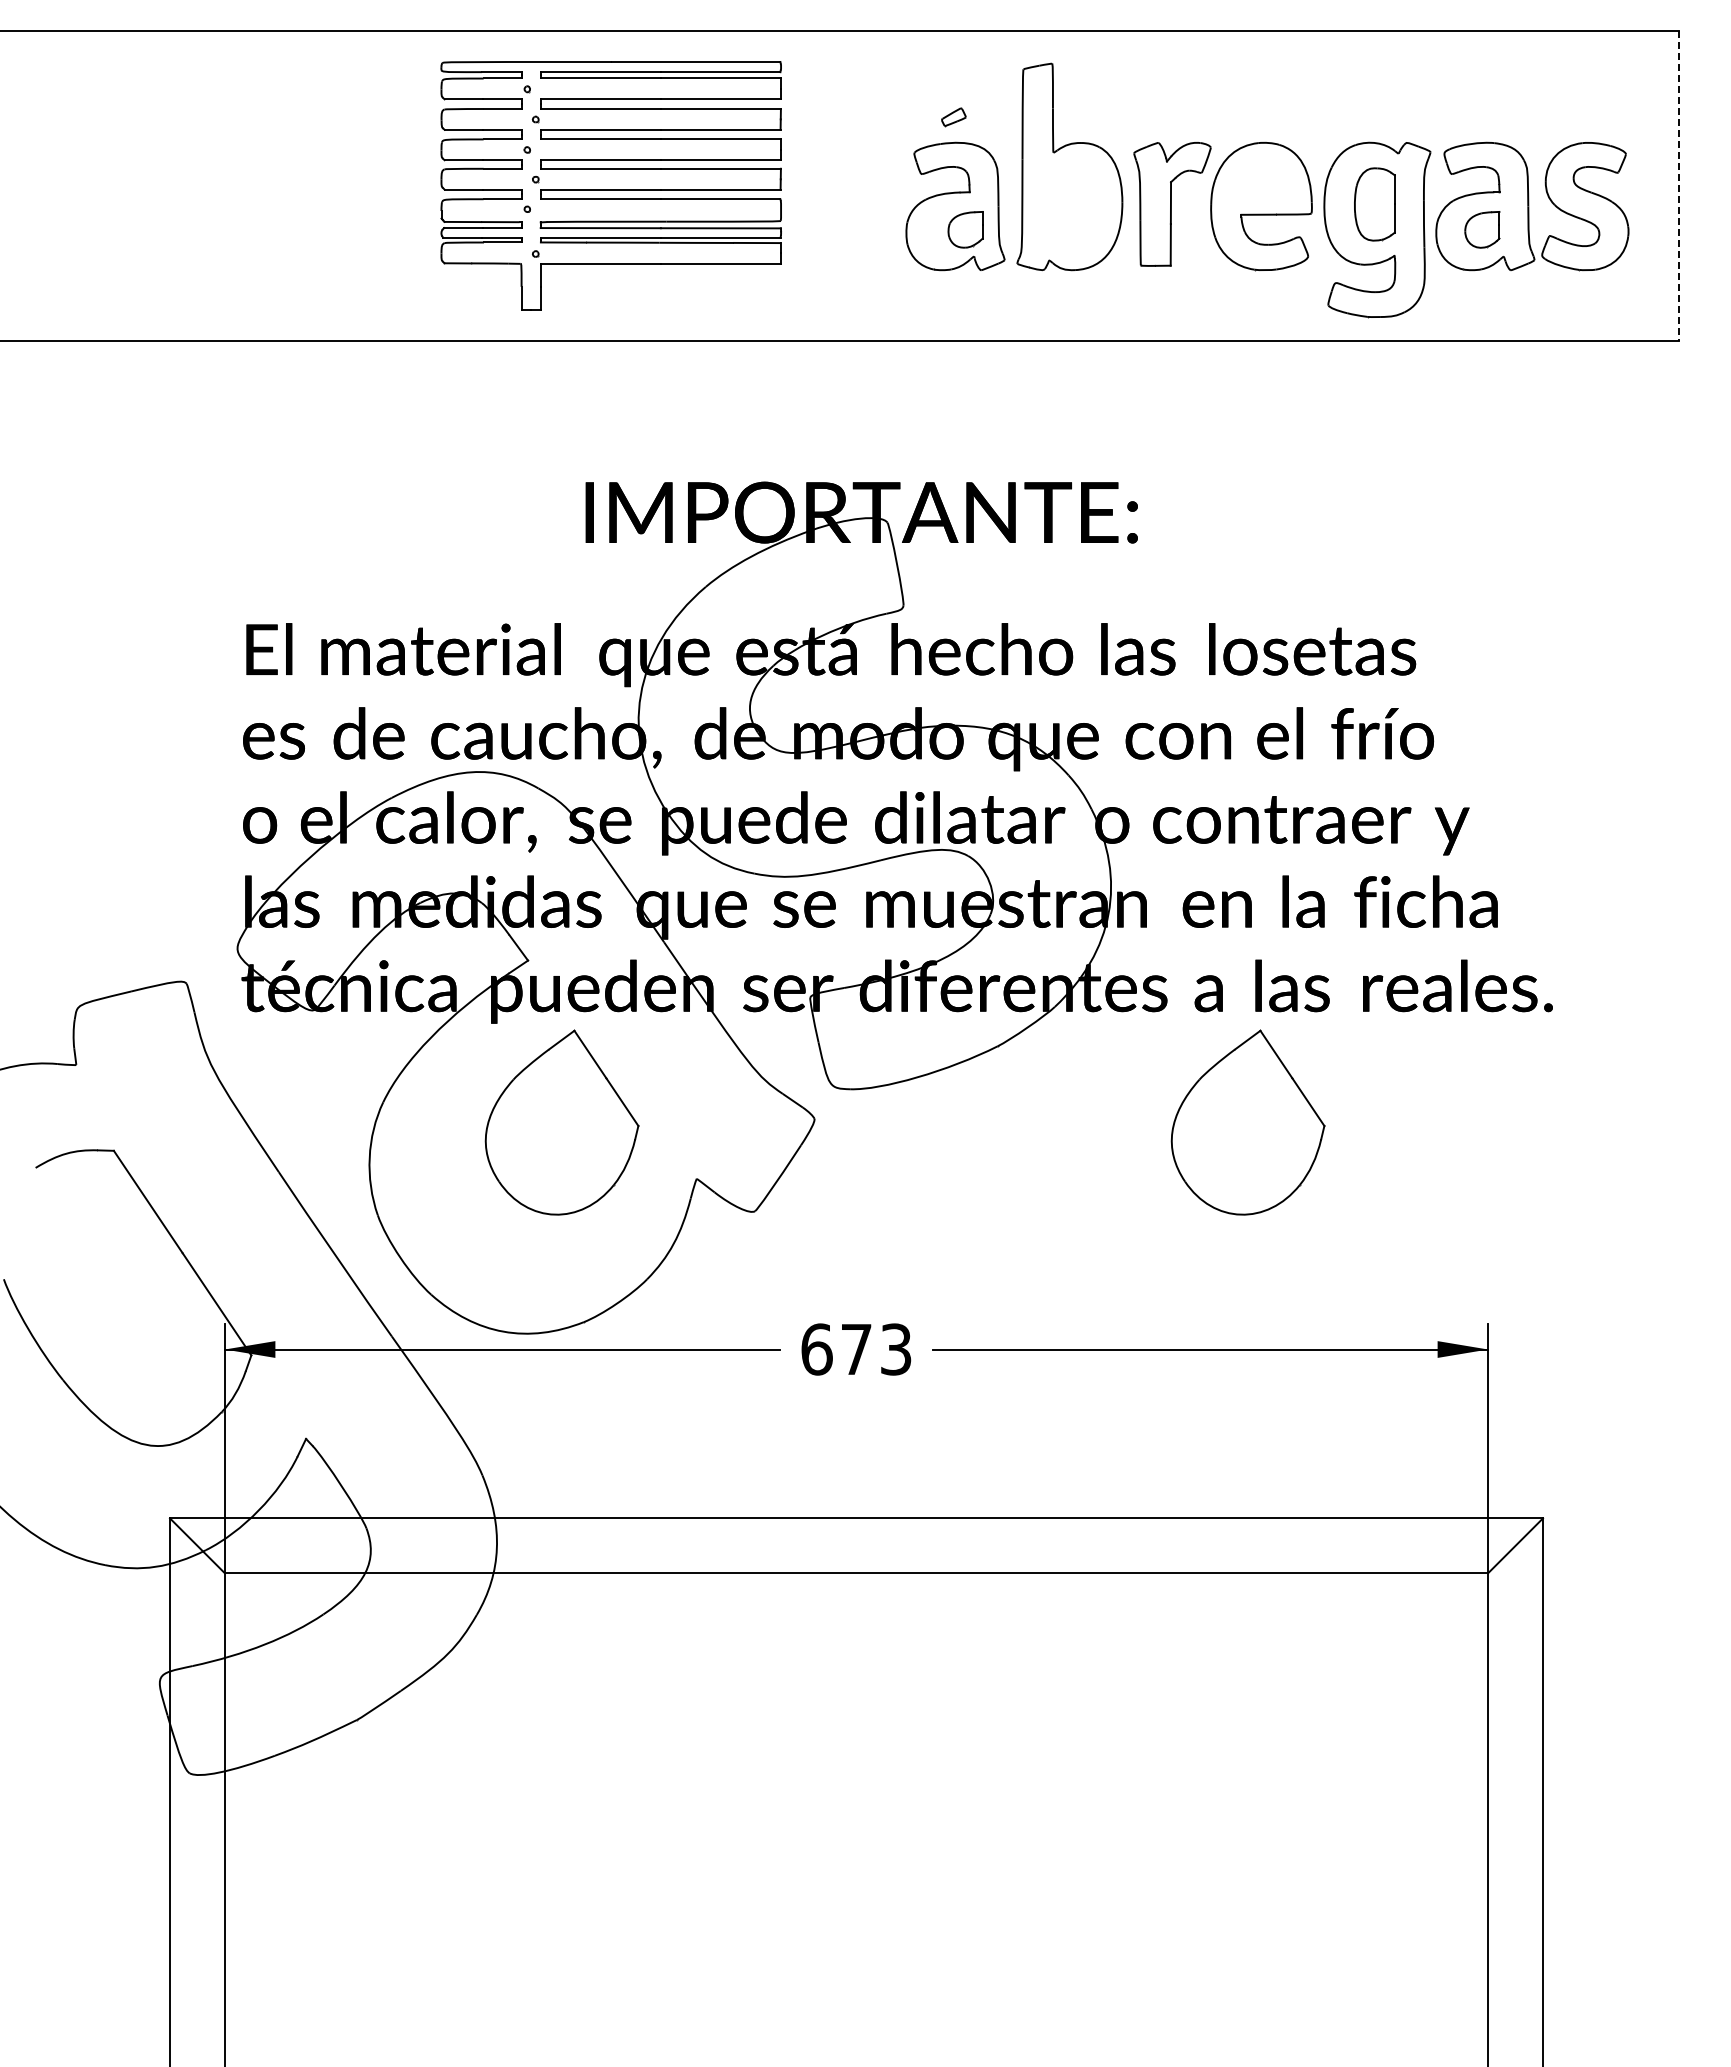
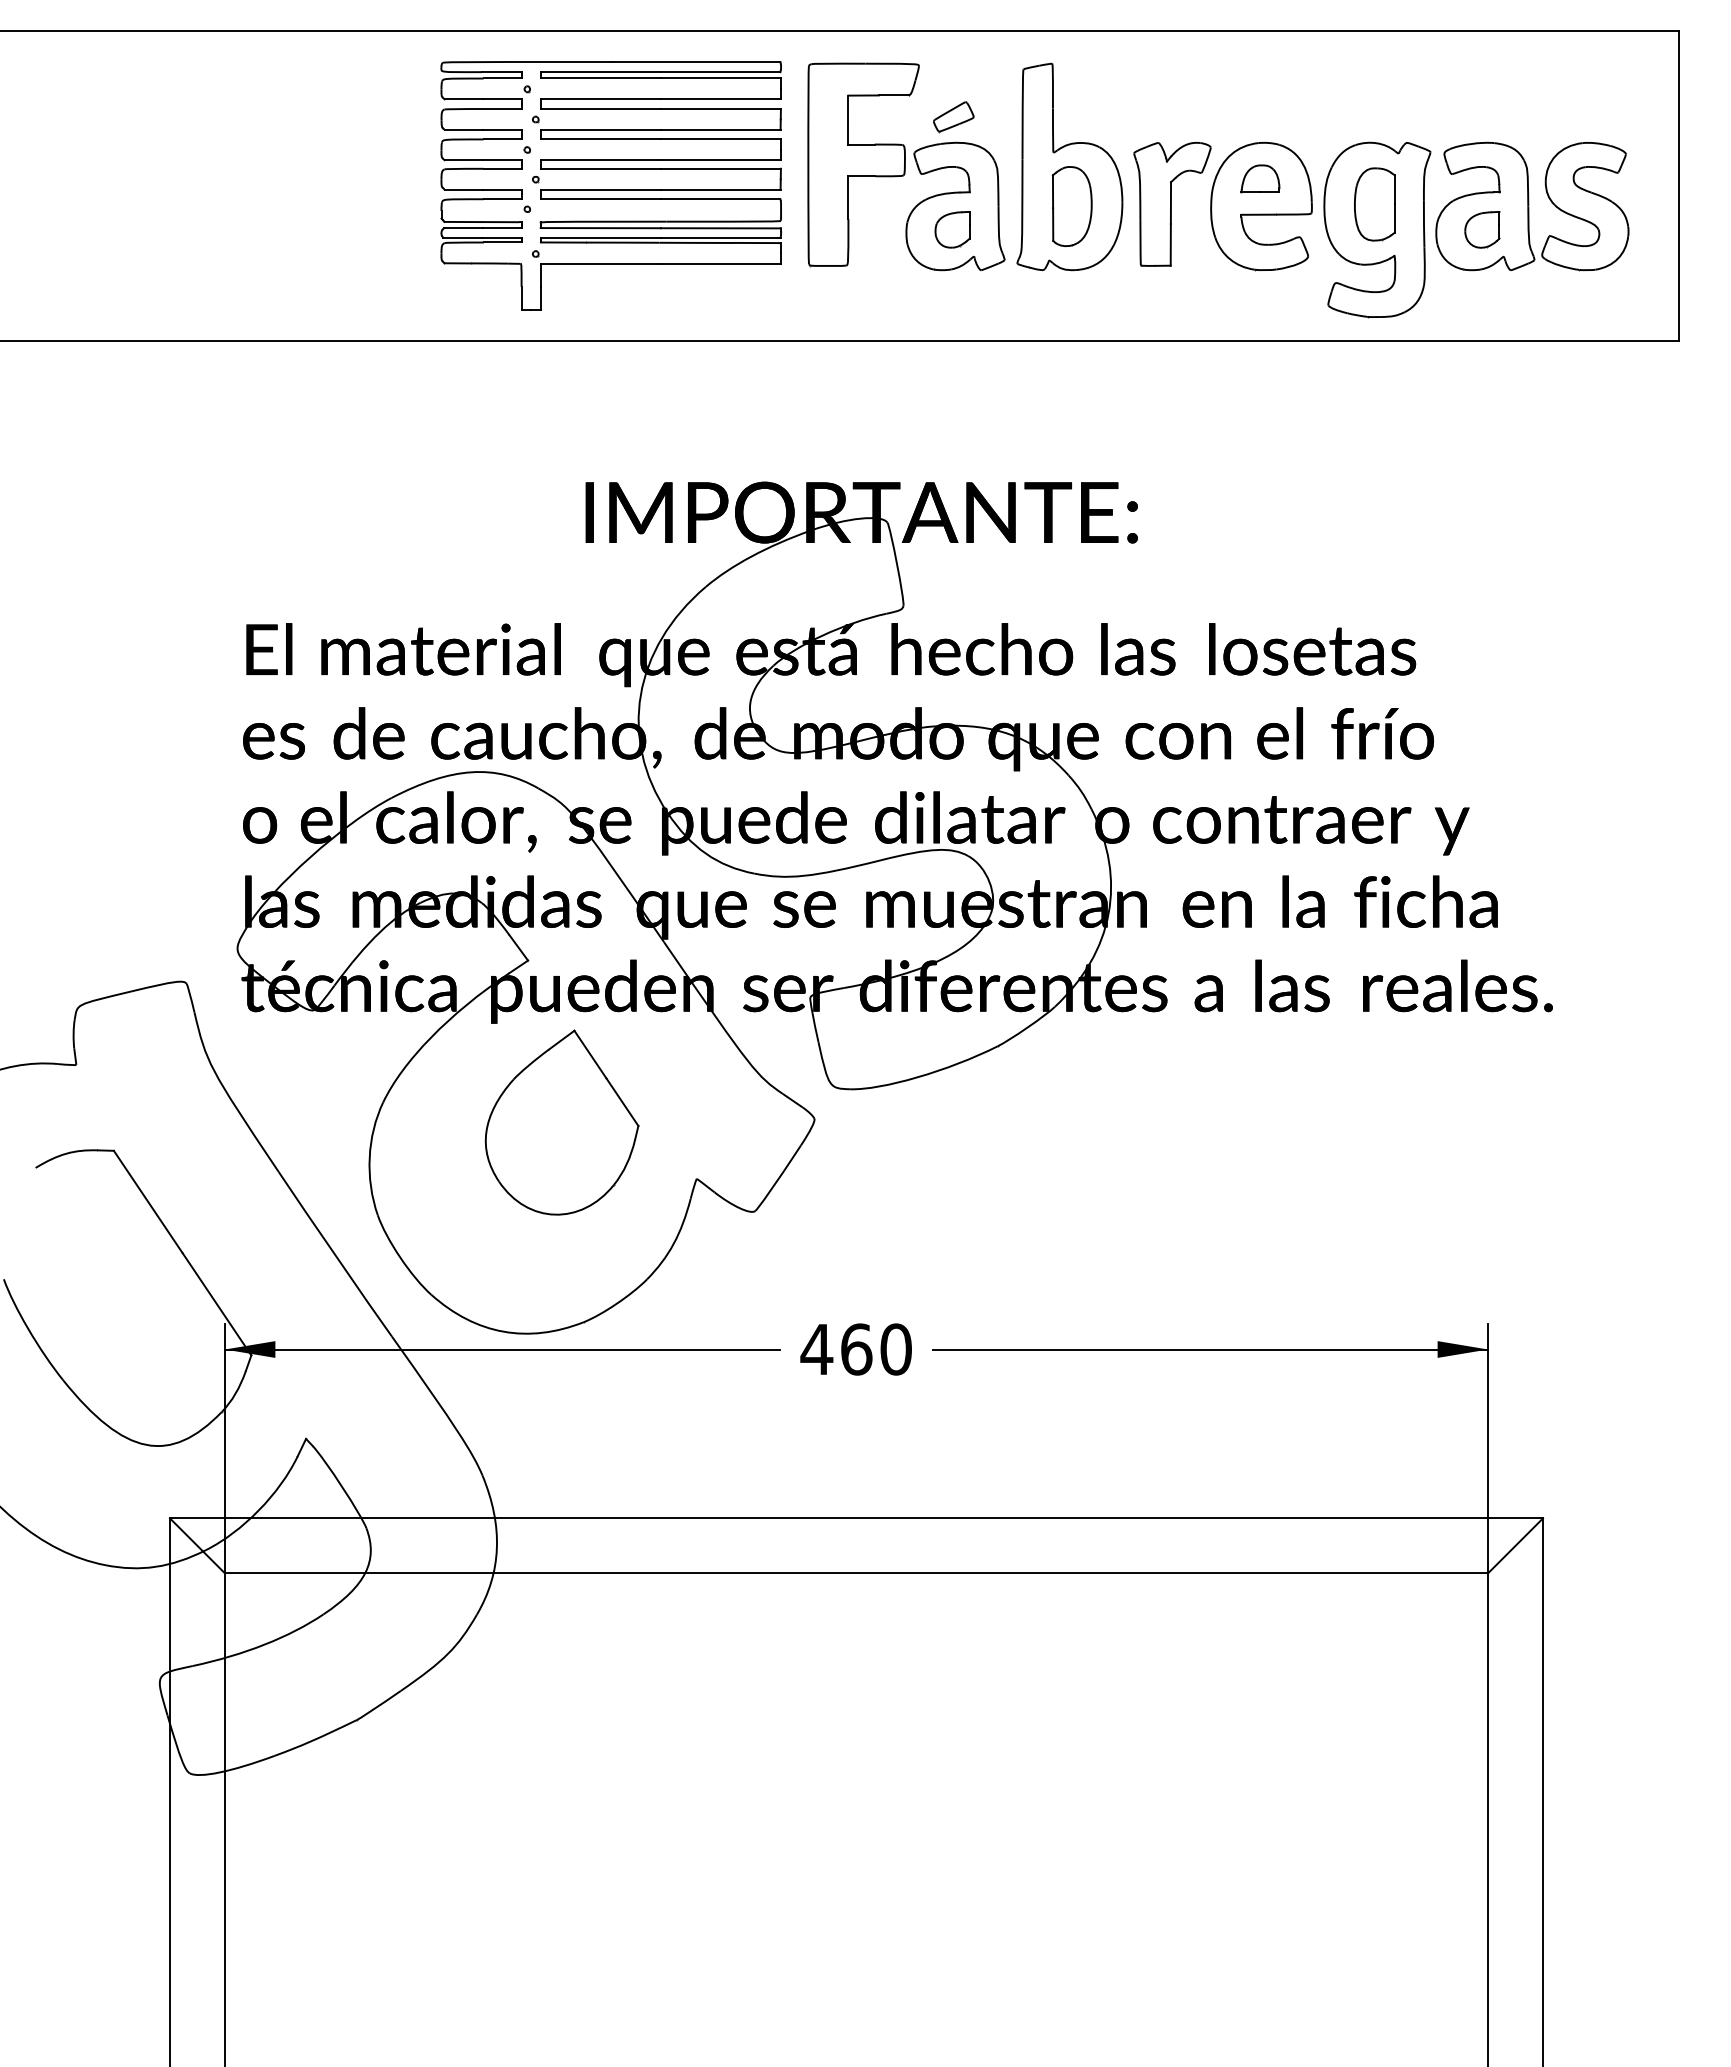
part at (953, 117) size: 26x21 px -> 42x33 px
part at (863, 164): none -> present
part at (1260, 178): none -> present
line at (1679, 186): dashed -> solid
part at (1071, 206): none -> present
part at (965, 229) position: (965, 229) -> (952, 229)
part at (1247, 1122): present -> none
text at (855, 1349): 673 -> 460
